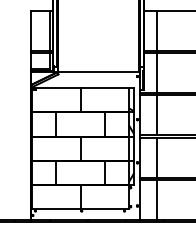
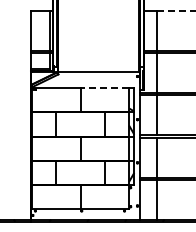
line at (176, 11): solid -> dashed
line at (104, 88): solid -> dashed
